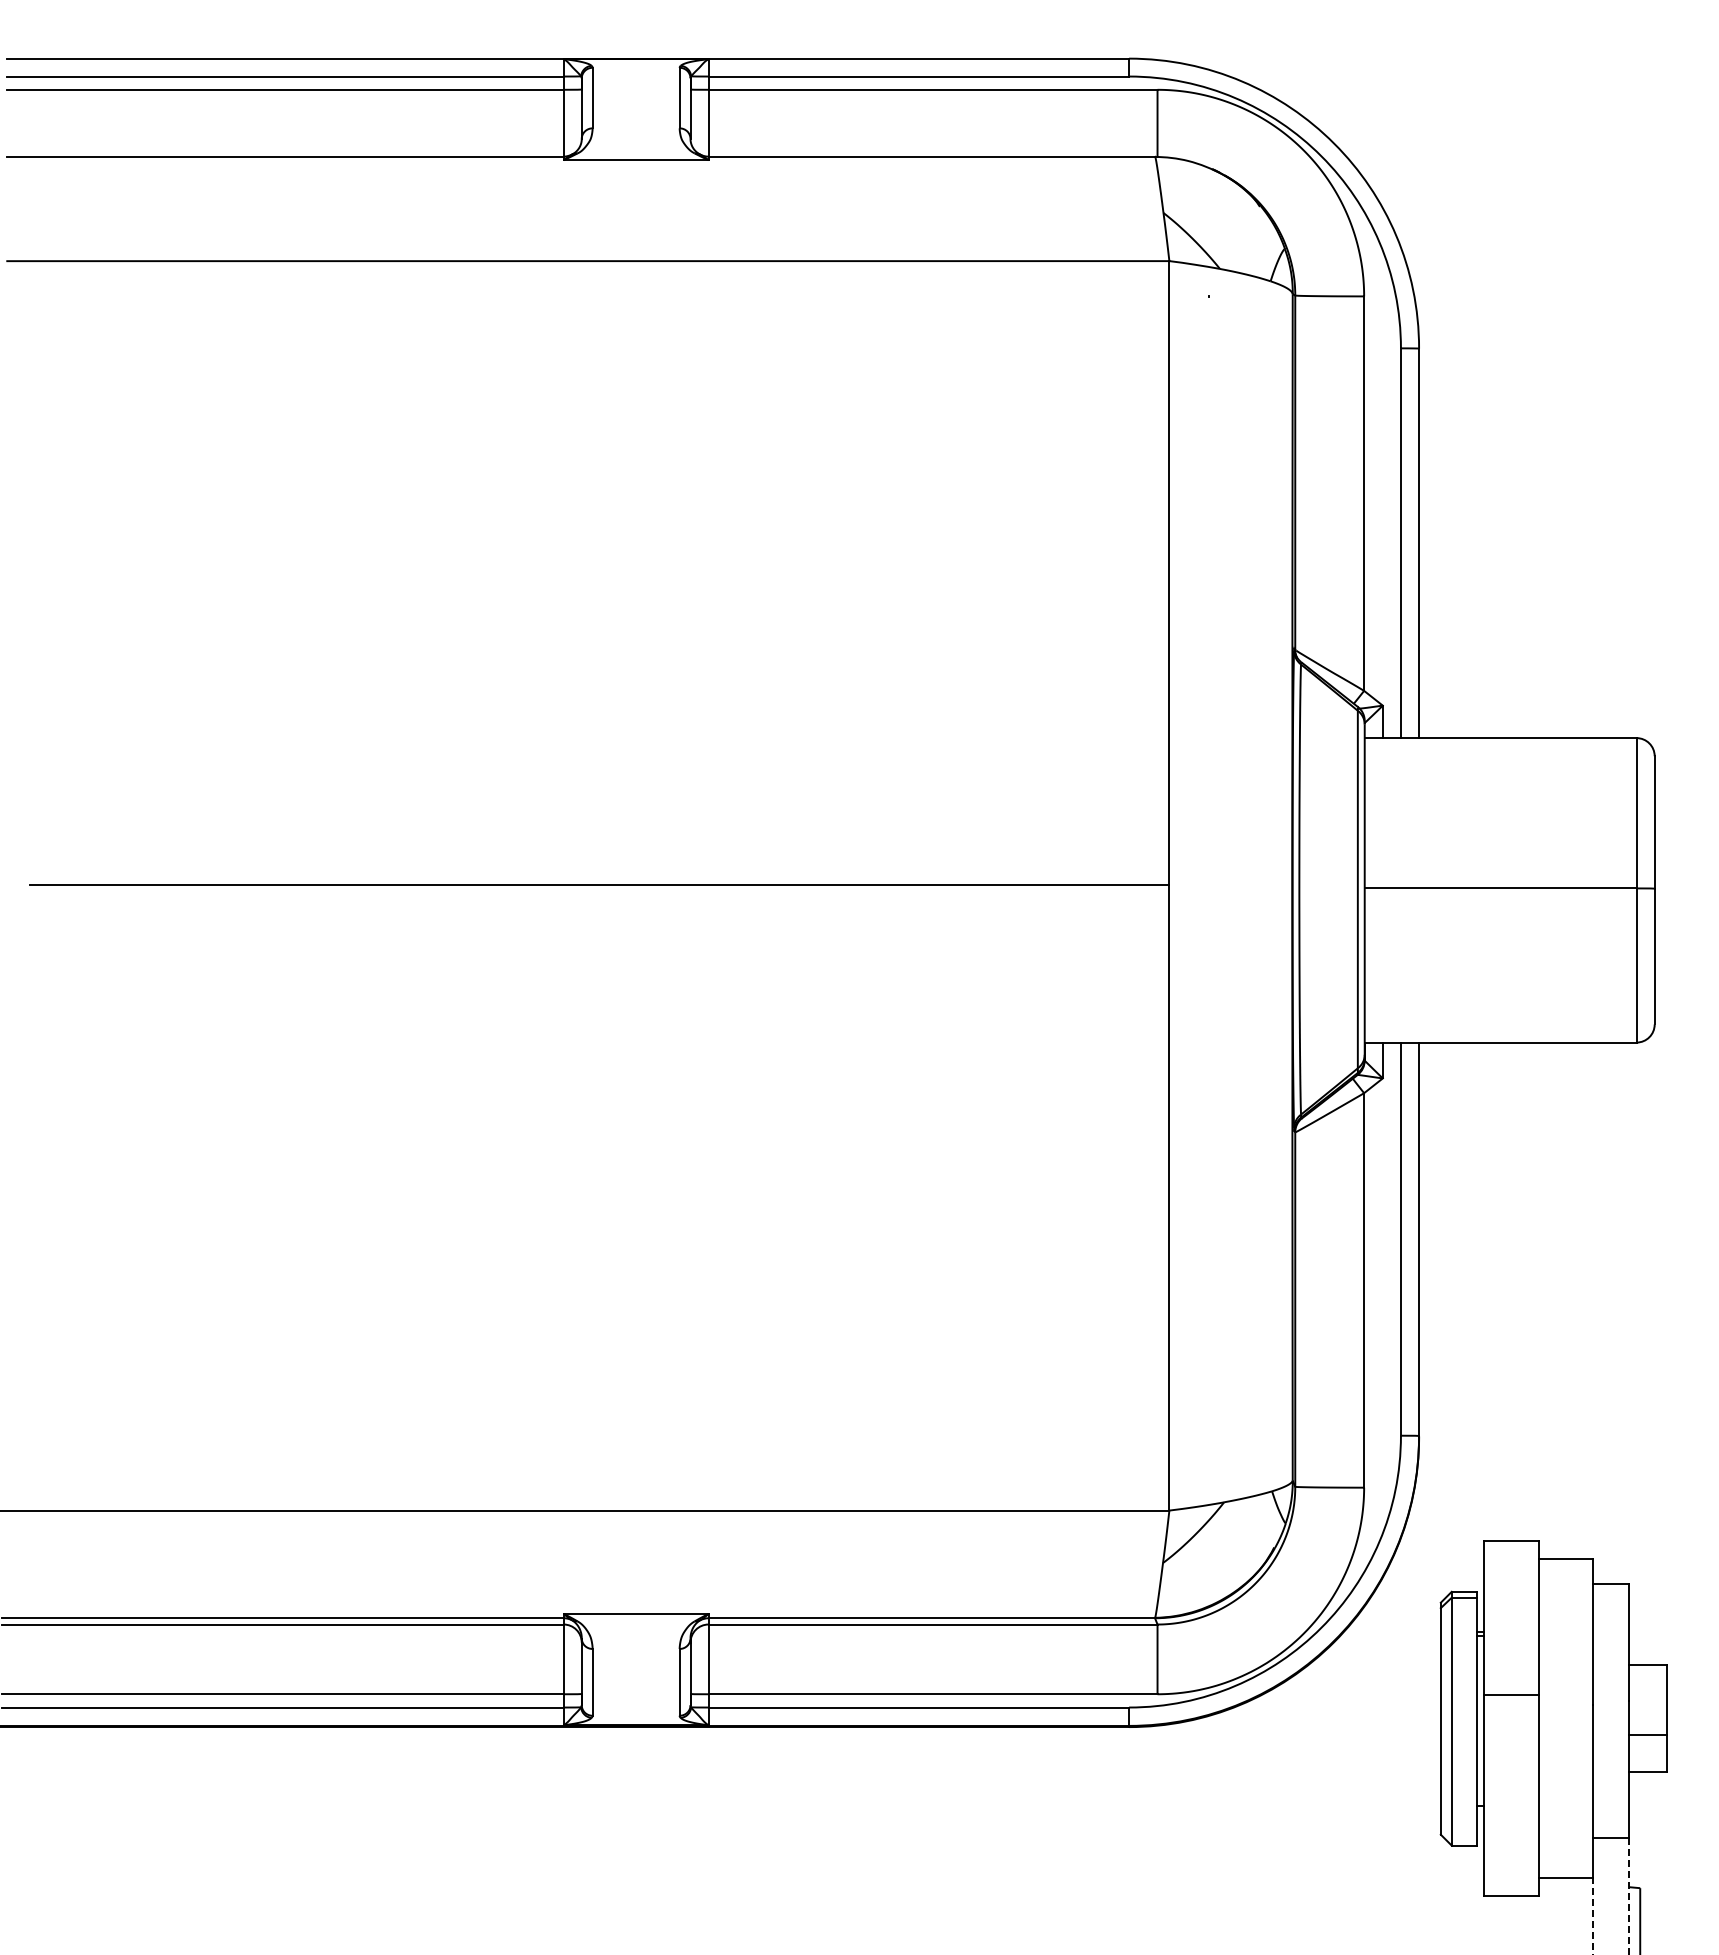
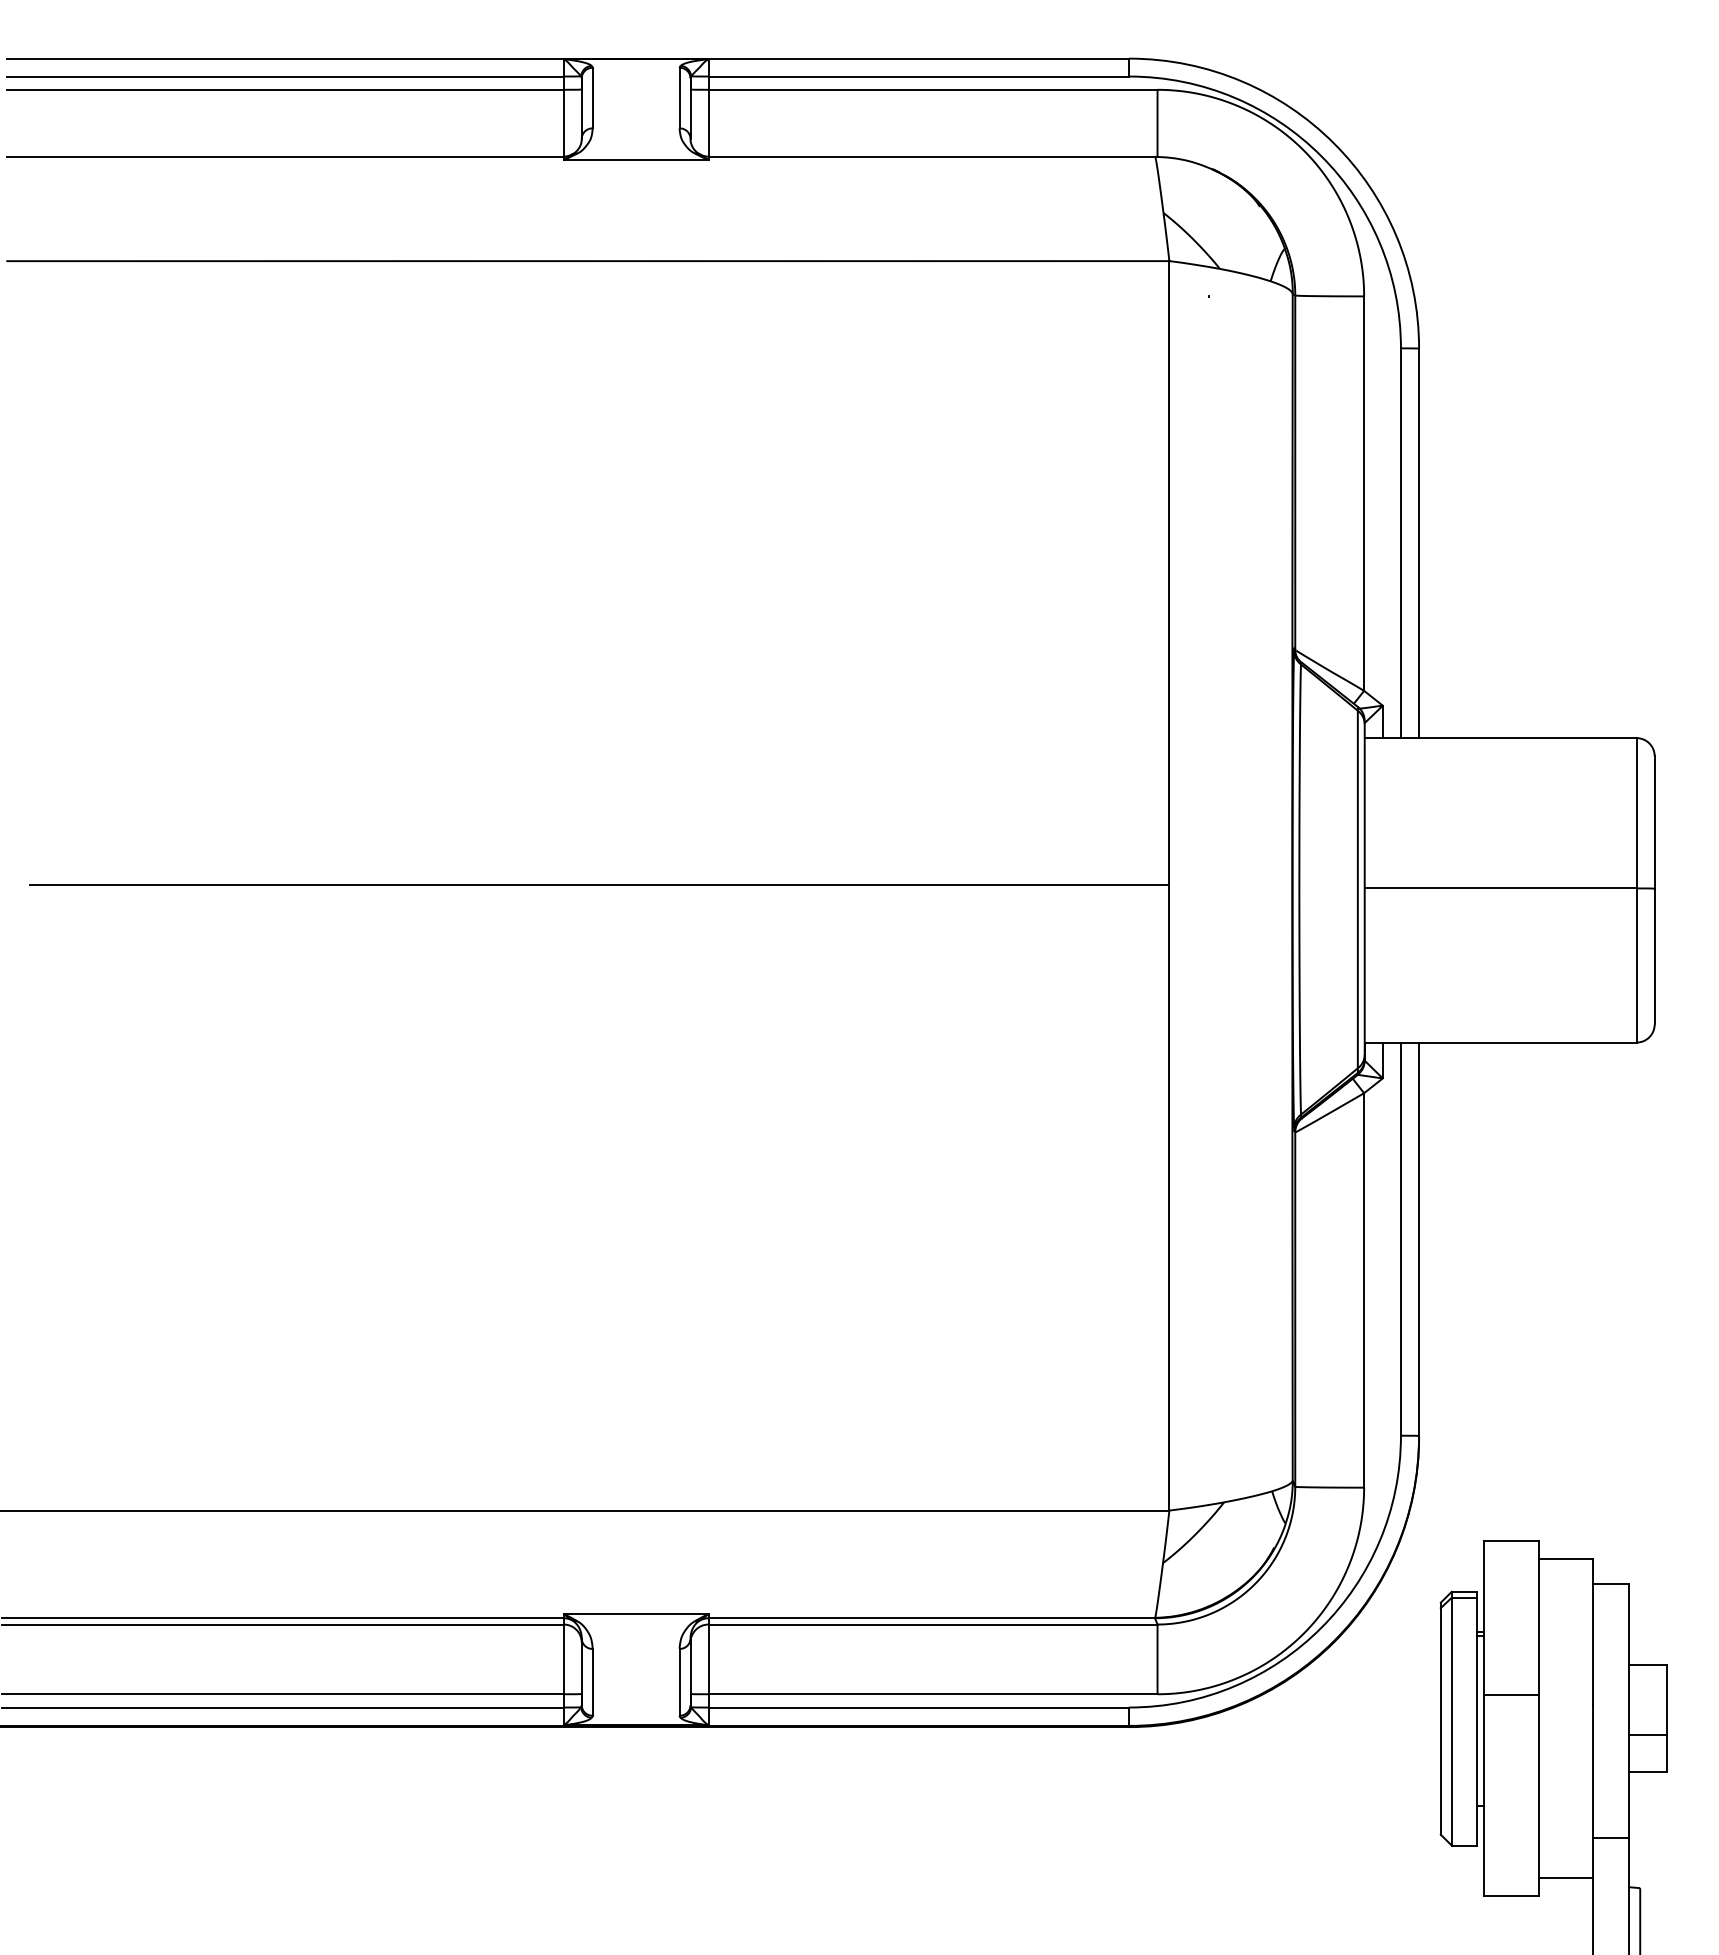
line at (1629, 1896): dashed -> solid
line at (1593, 1915): dashed -> solid
